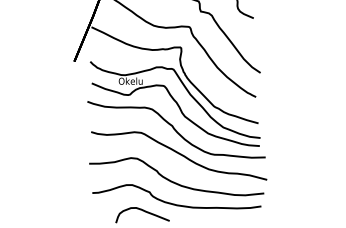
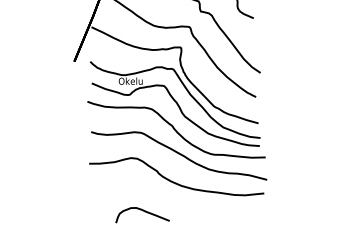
curve at (174, 203): present -> none
